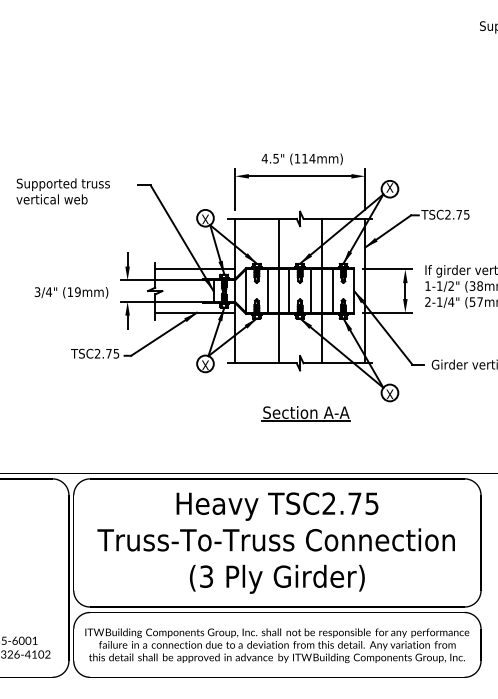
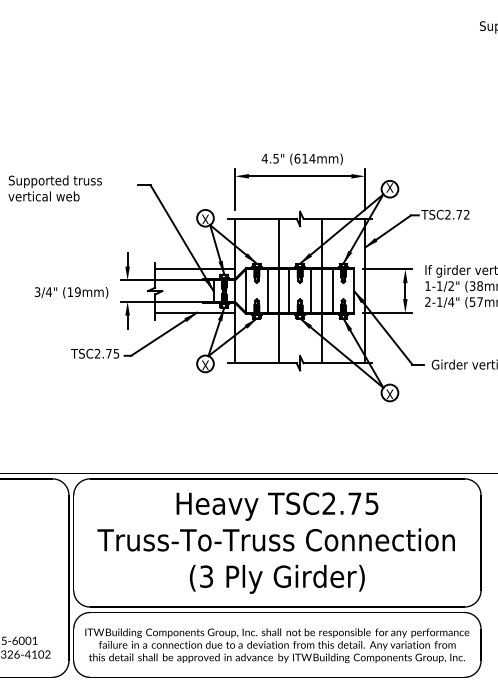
text at (297, 158): (114mm) -> (614mm)
text at (62, 191) position: (62, 191) -> (54, 188)
text at (466, 214): TSC2.75 -> TSC2.72
part at (305, 413): present -> none
